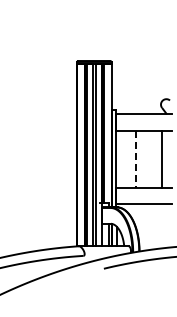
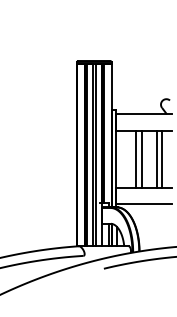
line at (141, 158): none -> present
line at (156, 158): none -> present
line at (136, 159): dashed -> solid
